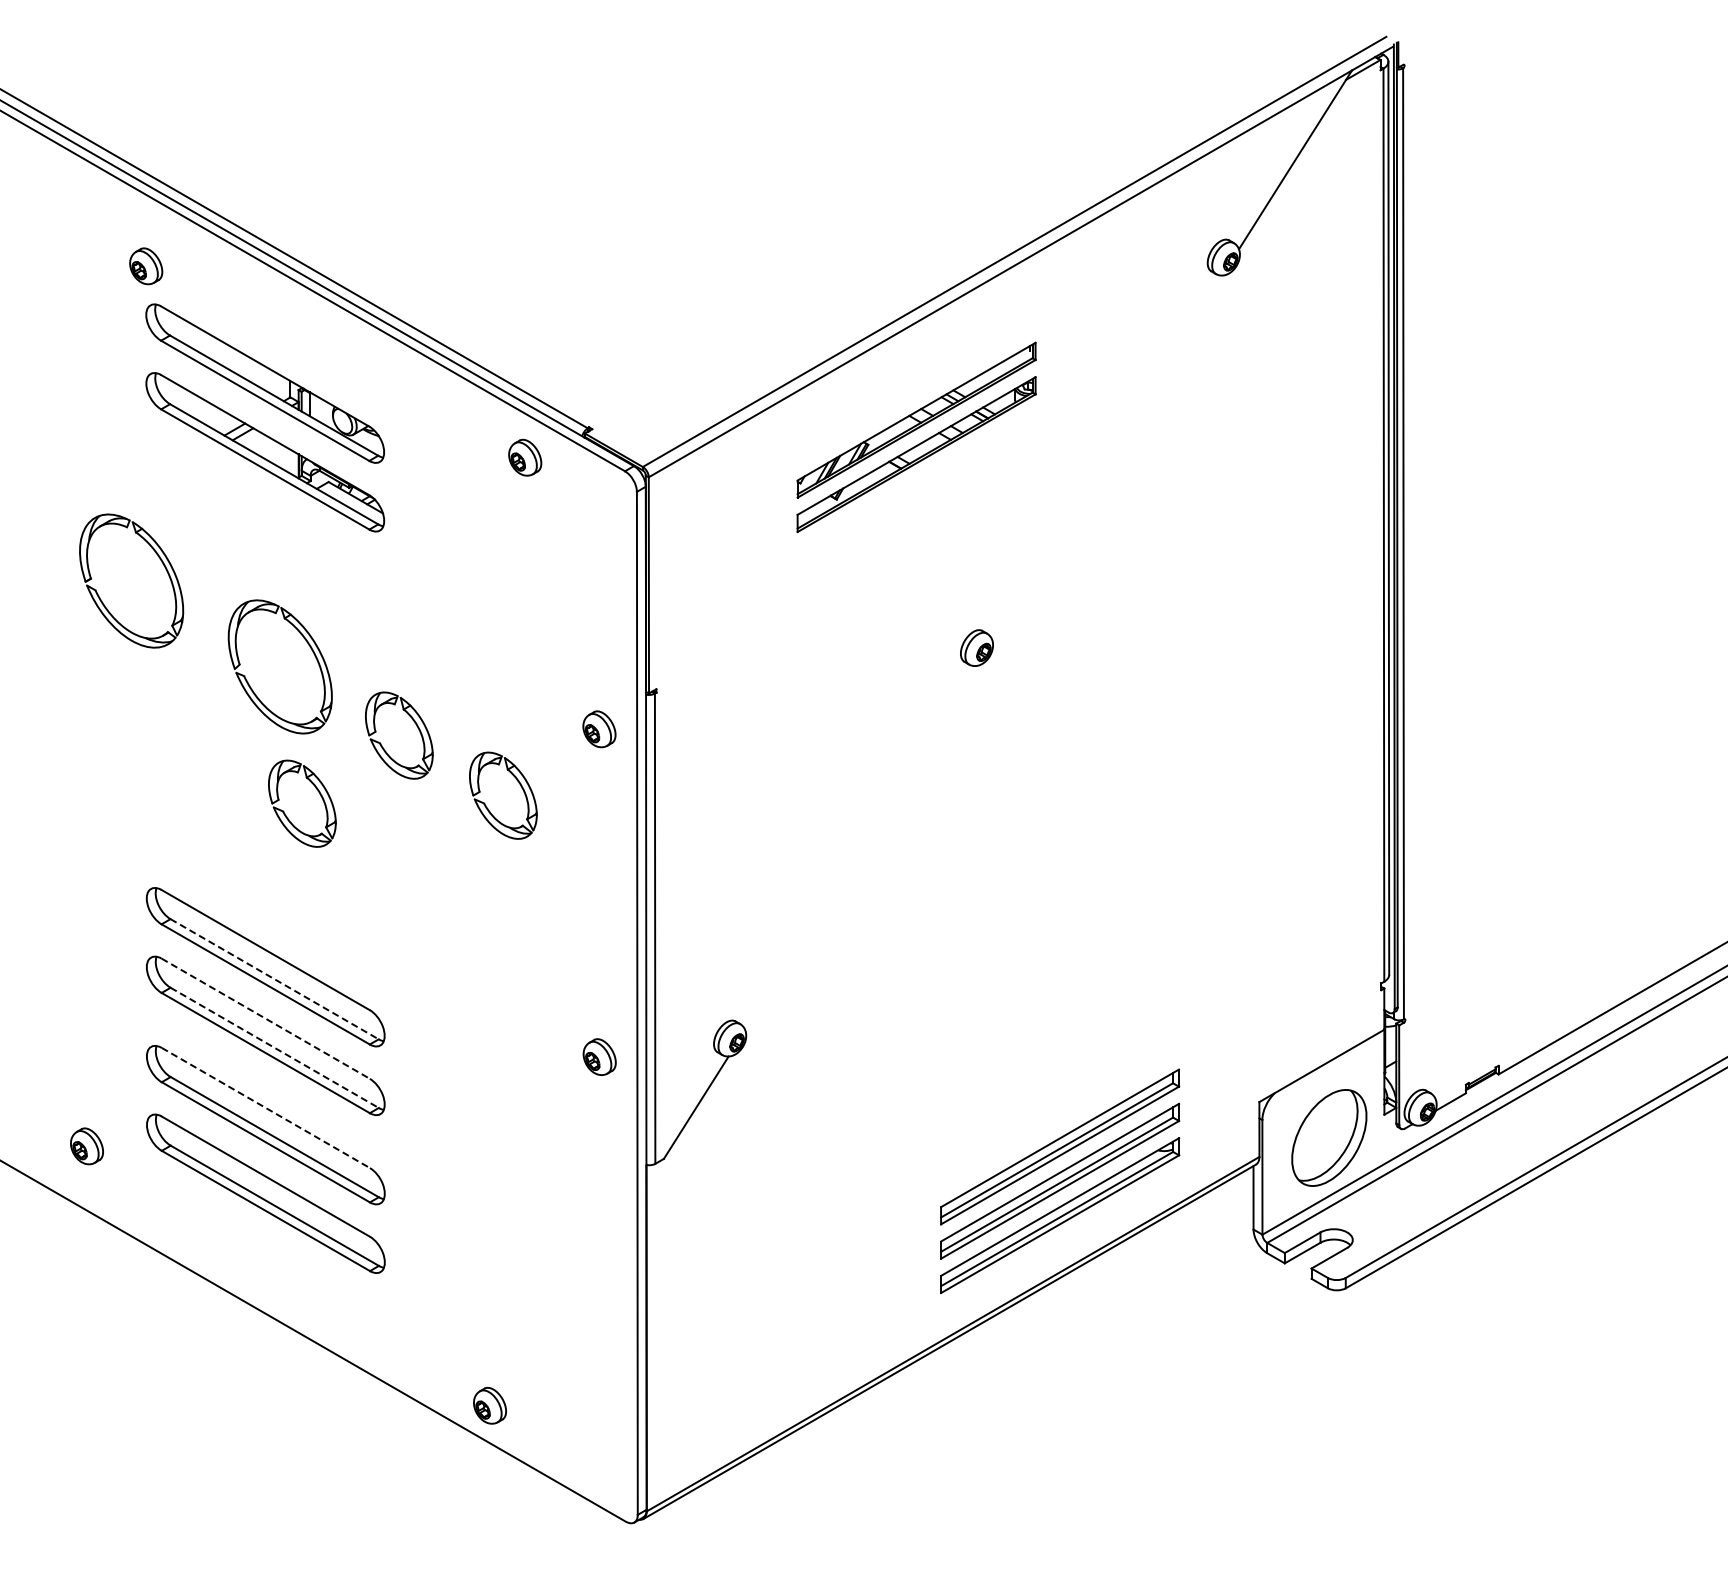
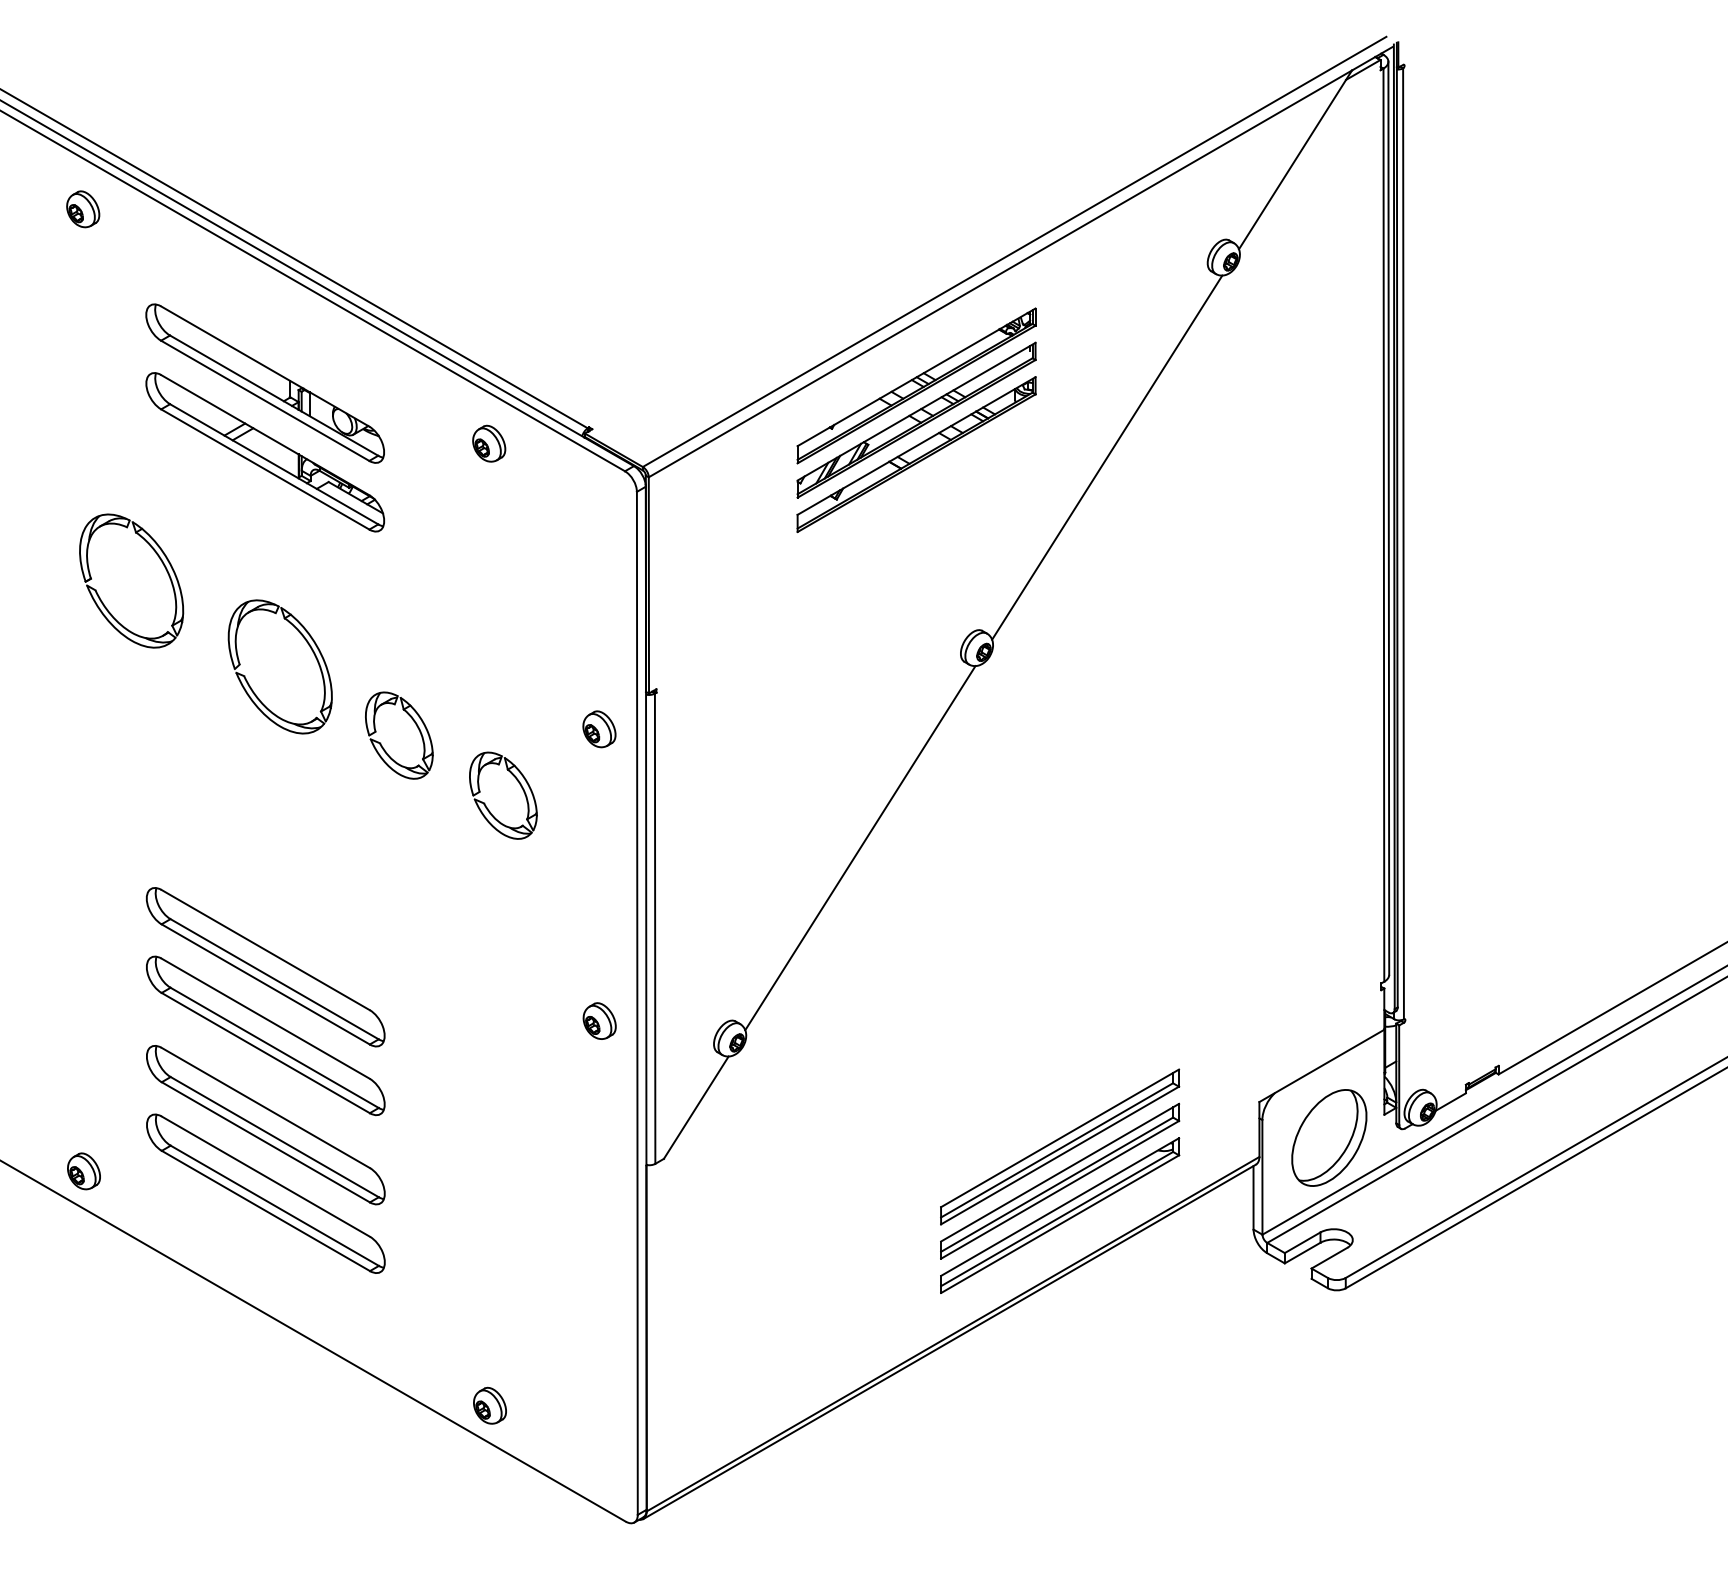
part at (146, 266) position: (146, 266) -> (83, 209)
part at (916, 385): none -> present
part at (525, 457) position: (525, 457) -> (489, 443)
line at (1107, 457): none -> present
part at (319, 794): present -> none
line at (860, 848): none -> present
line at (275, 979): dashed -> solid
line at (266, 1018): dashed -> solid
line at (275, 1048): dashed -> solid
part at (599, 1056) position: (599, 1056) -> (599, 1020)
line at (266, 1108): dashed -> solid
part at (86, 1146) position: (86, 1146) -> (83, 1171)
